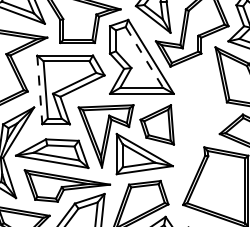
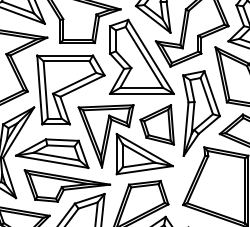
line at (144, 57): dashed -> solid
line at (39, 89): dashed -> solid
part at (201, 113): none -> present
